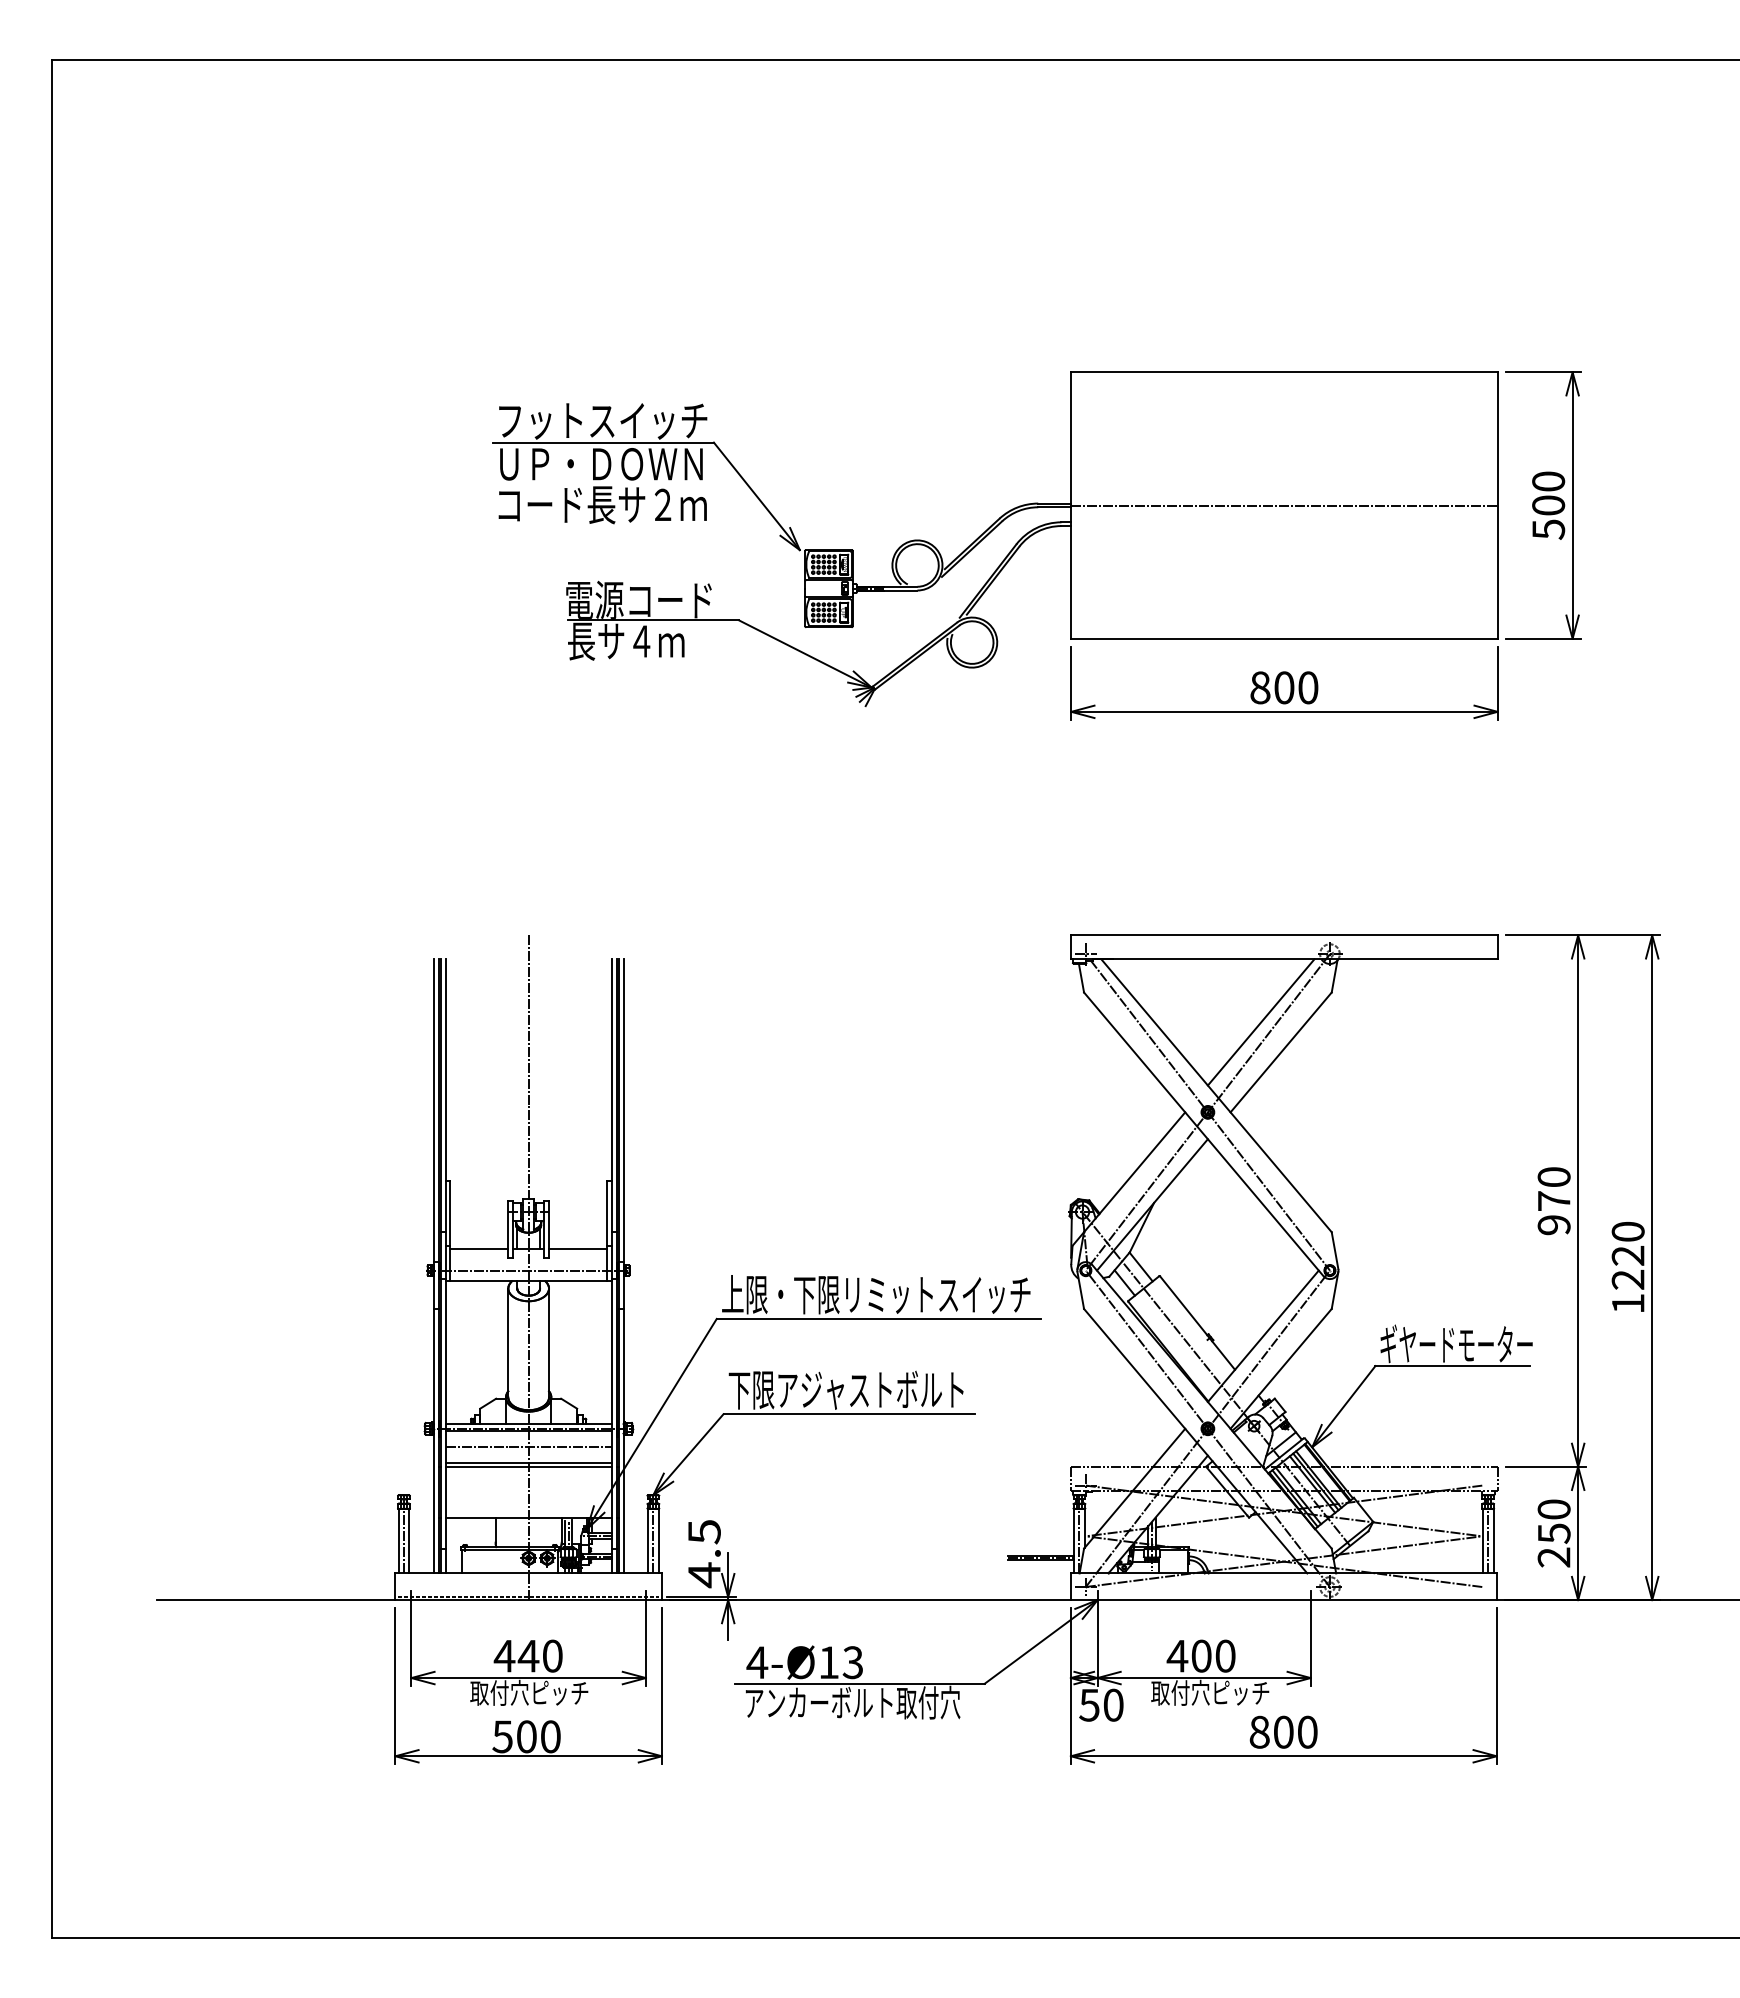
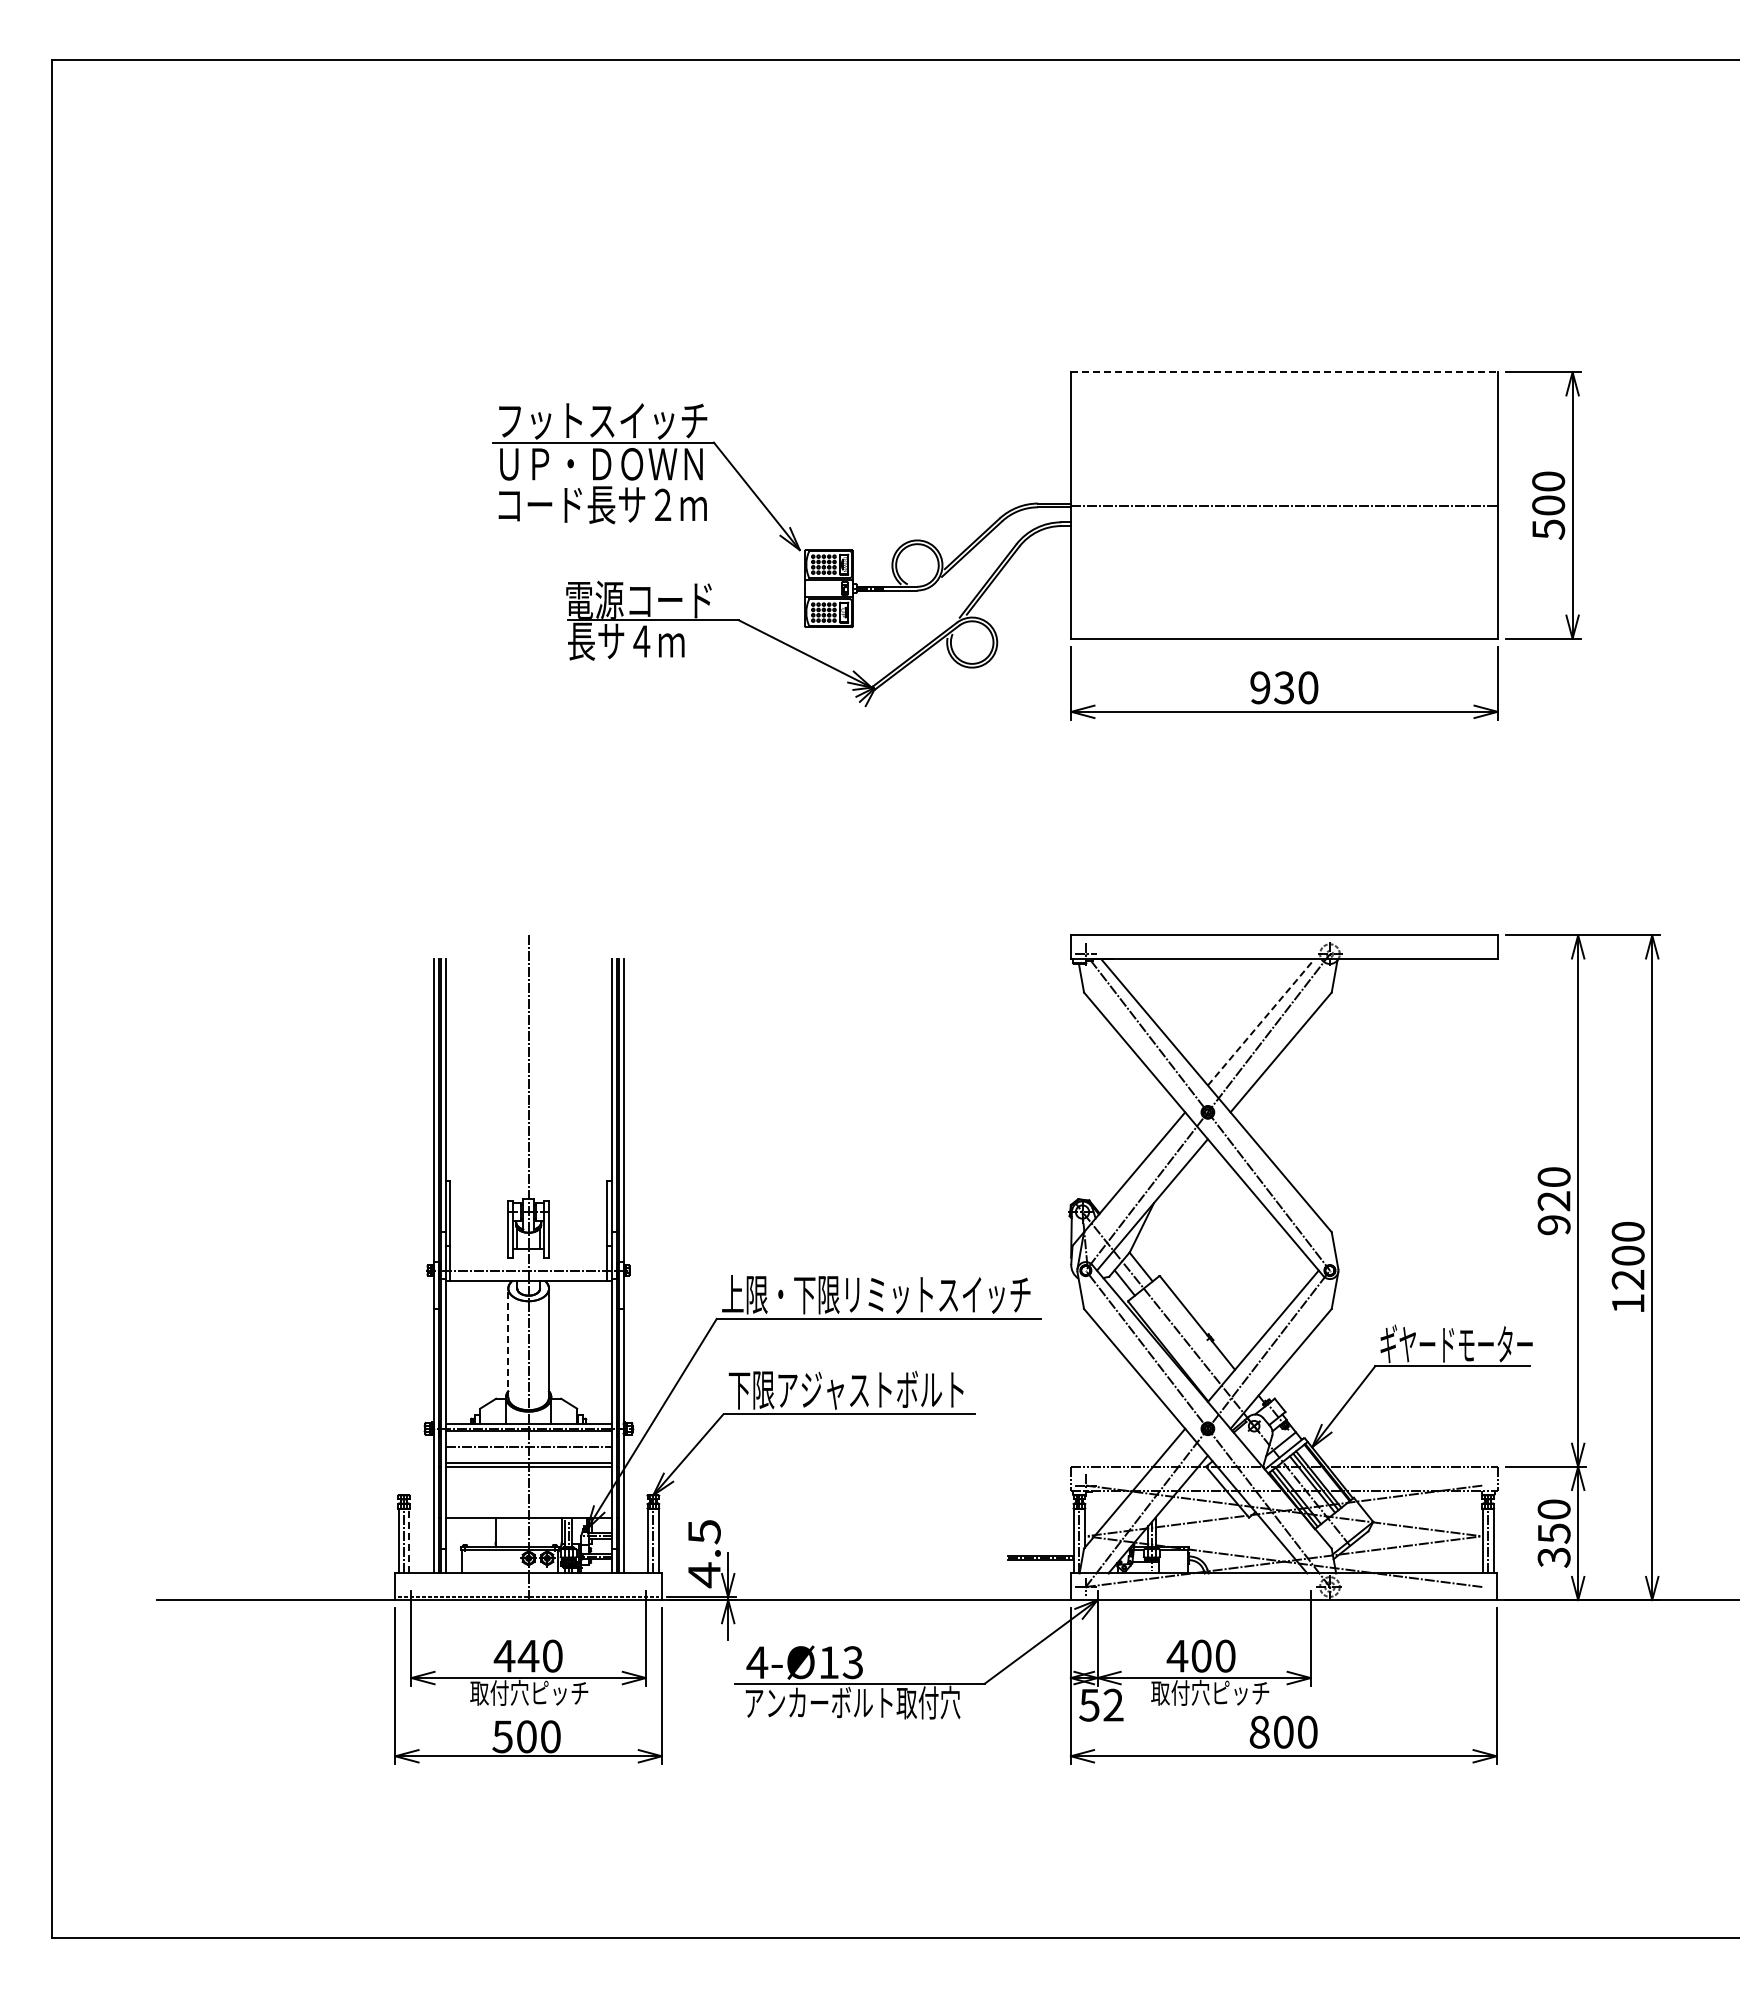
line at (1284, 372): solid -> dashed
text at (1272, 687): 800 -> 930
line at (1261, 1022): solid -> dashed
text at (1553, 1201): 970 -> 920
line at (479, 1249): present -> none
line at (577, 1249): present -> none
text at (1627, 1255): 1220 -> 1200
line at (508, 1342): solid -> dashed
line at (409, 1540): solid -> dashed
text at (1554, 1557): 250 -> 350
text at (1113, 1704): 50 -> 52
